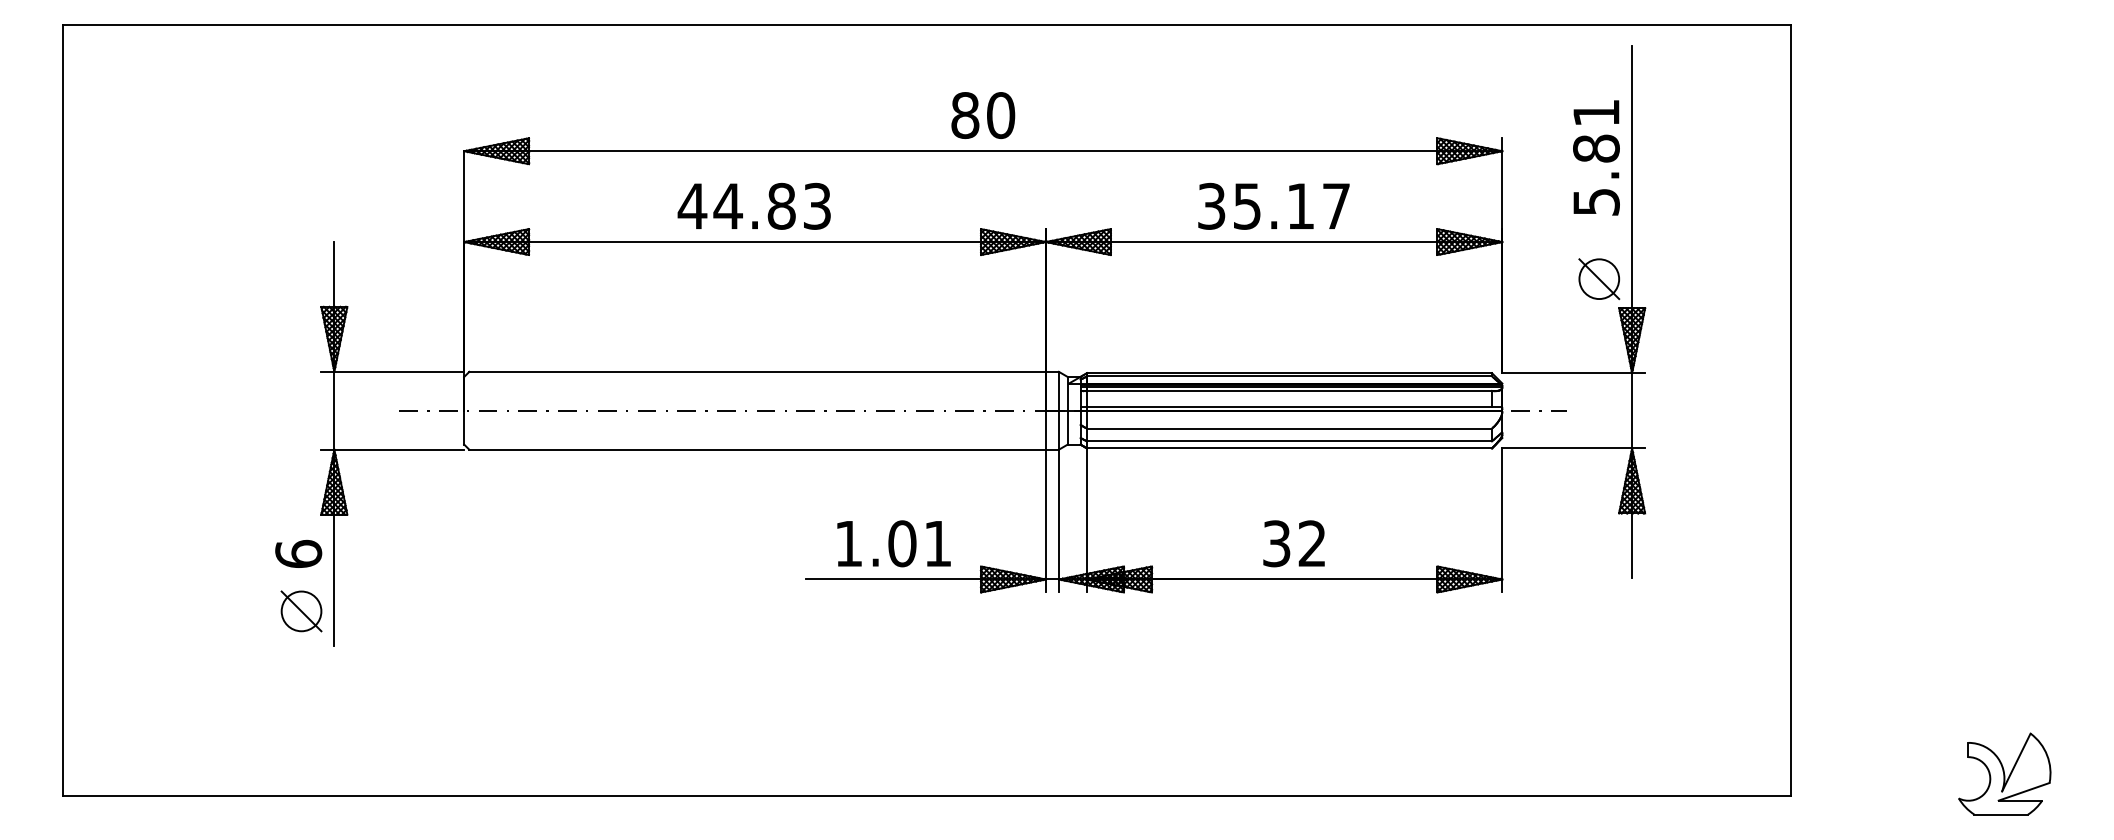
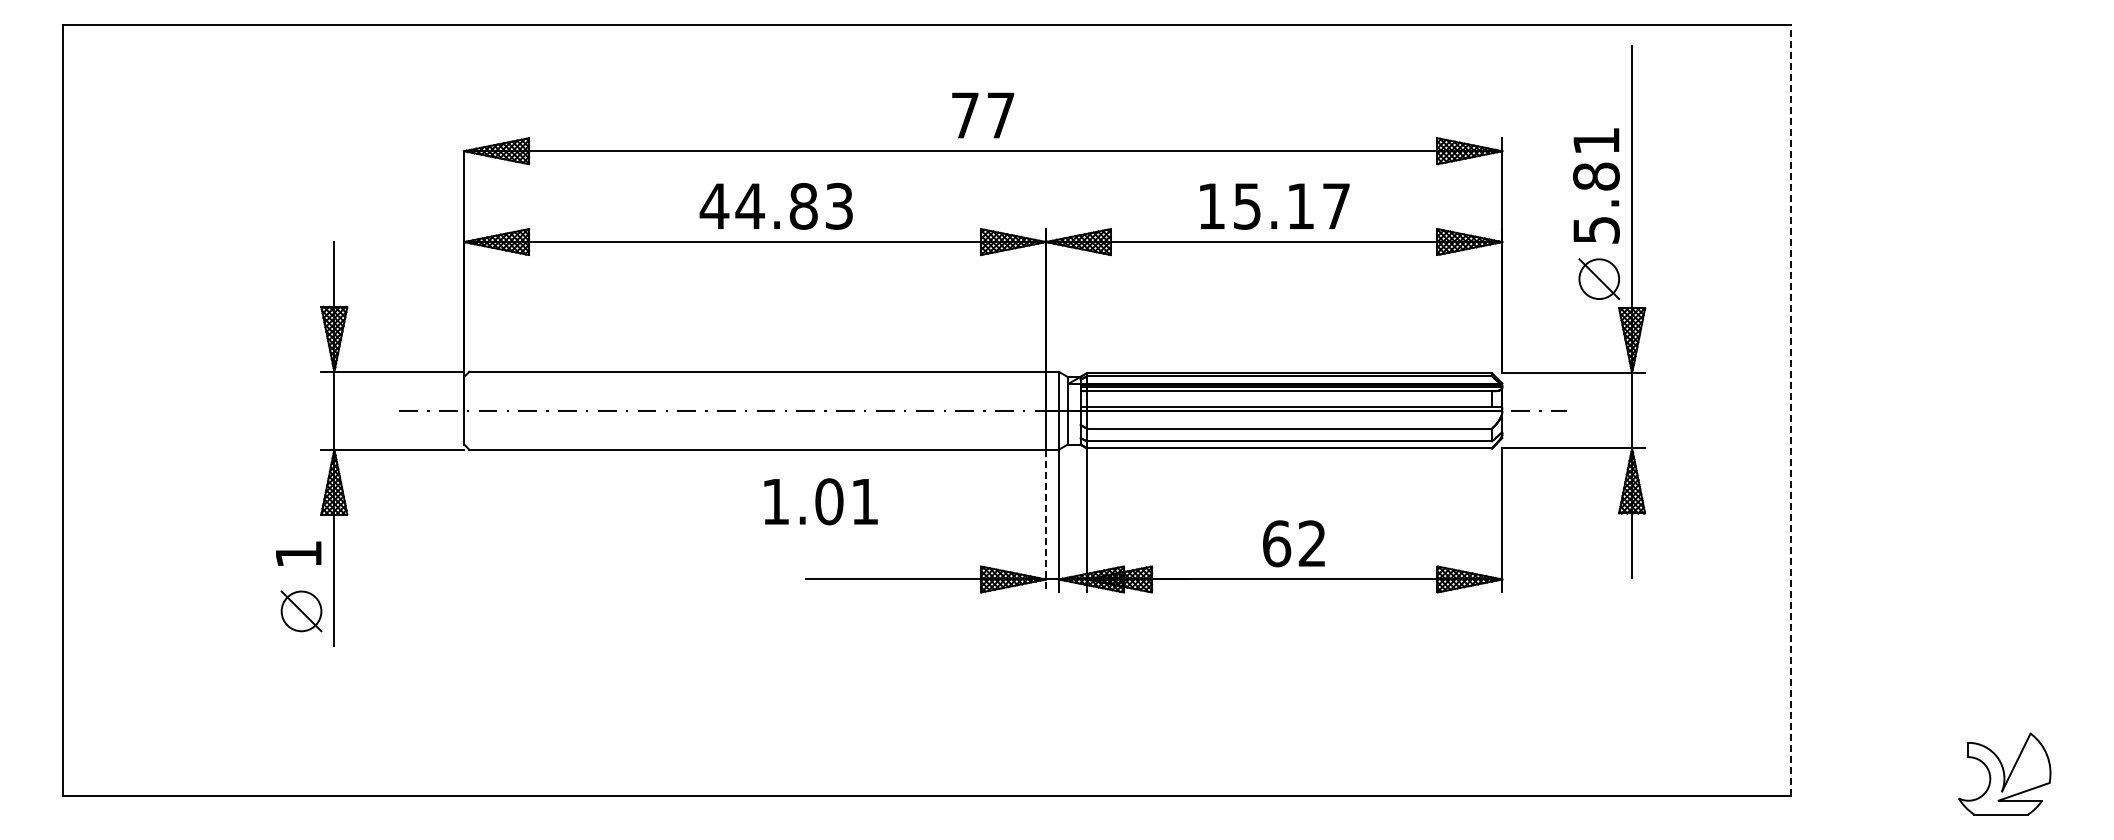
text at (983, 115): 80 -> 77
text at (1596, 157) position: (1596, 157) -> (1596, 185)
text at (753, 205) position: (753, 205) -> (775, 205)
text at (1211, 205): 35.17 -> 15.17
line at (1790, 410): solid -> dashed
line at (1045, 521): solid -> dashed
text at (893, 543) position: (893, 543) -> (820, 501)
text at (1277, 543): 32 -> 62
text at (298, 553): 6 -> 1
